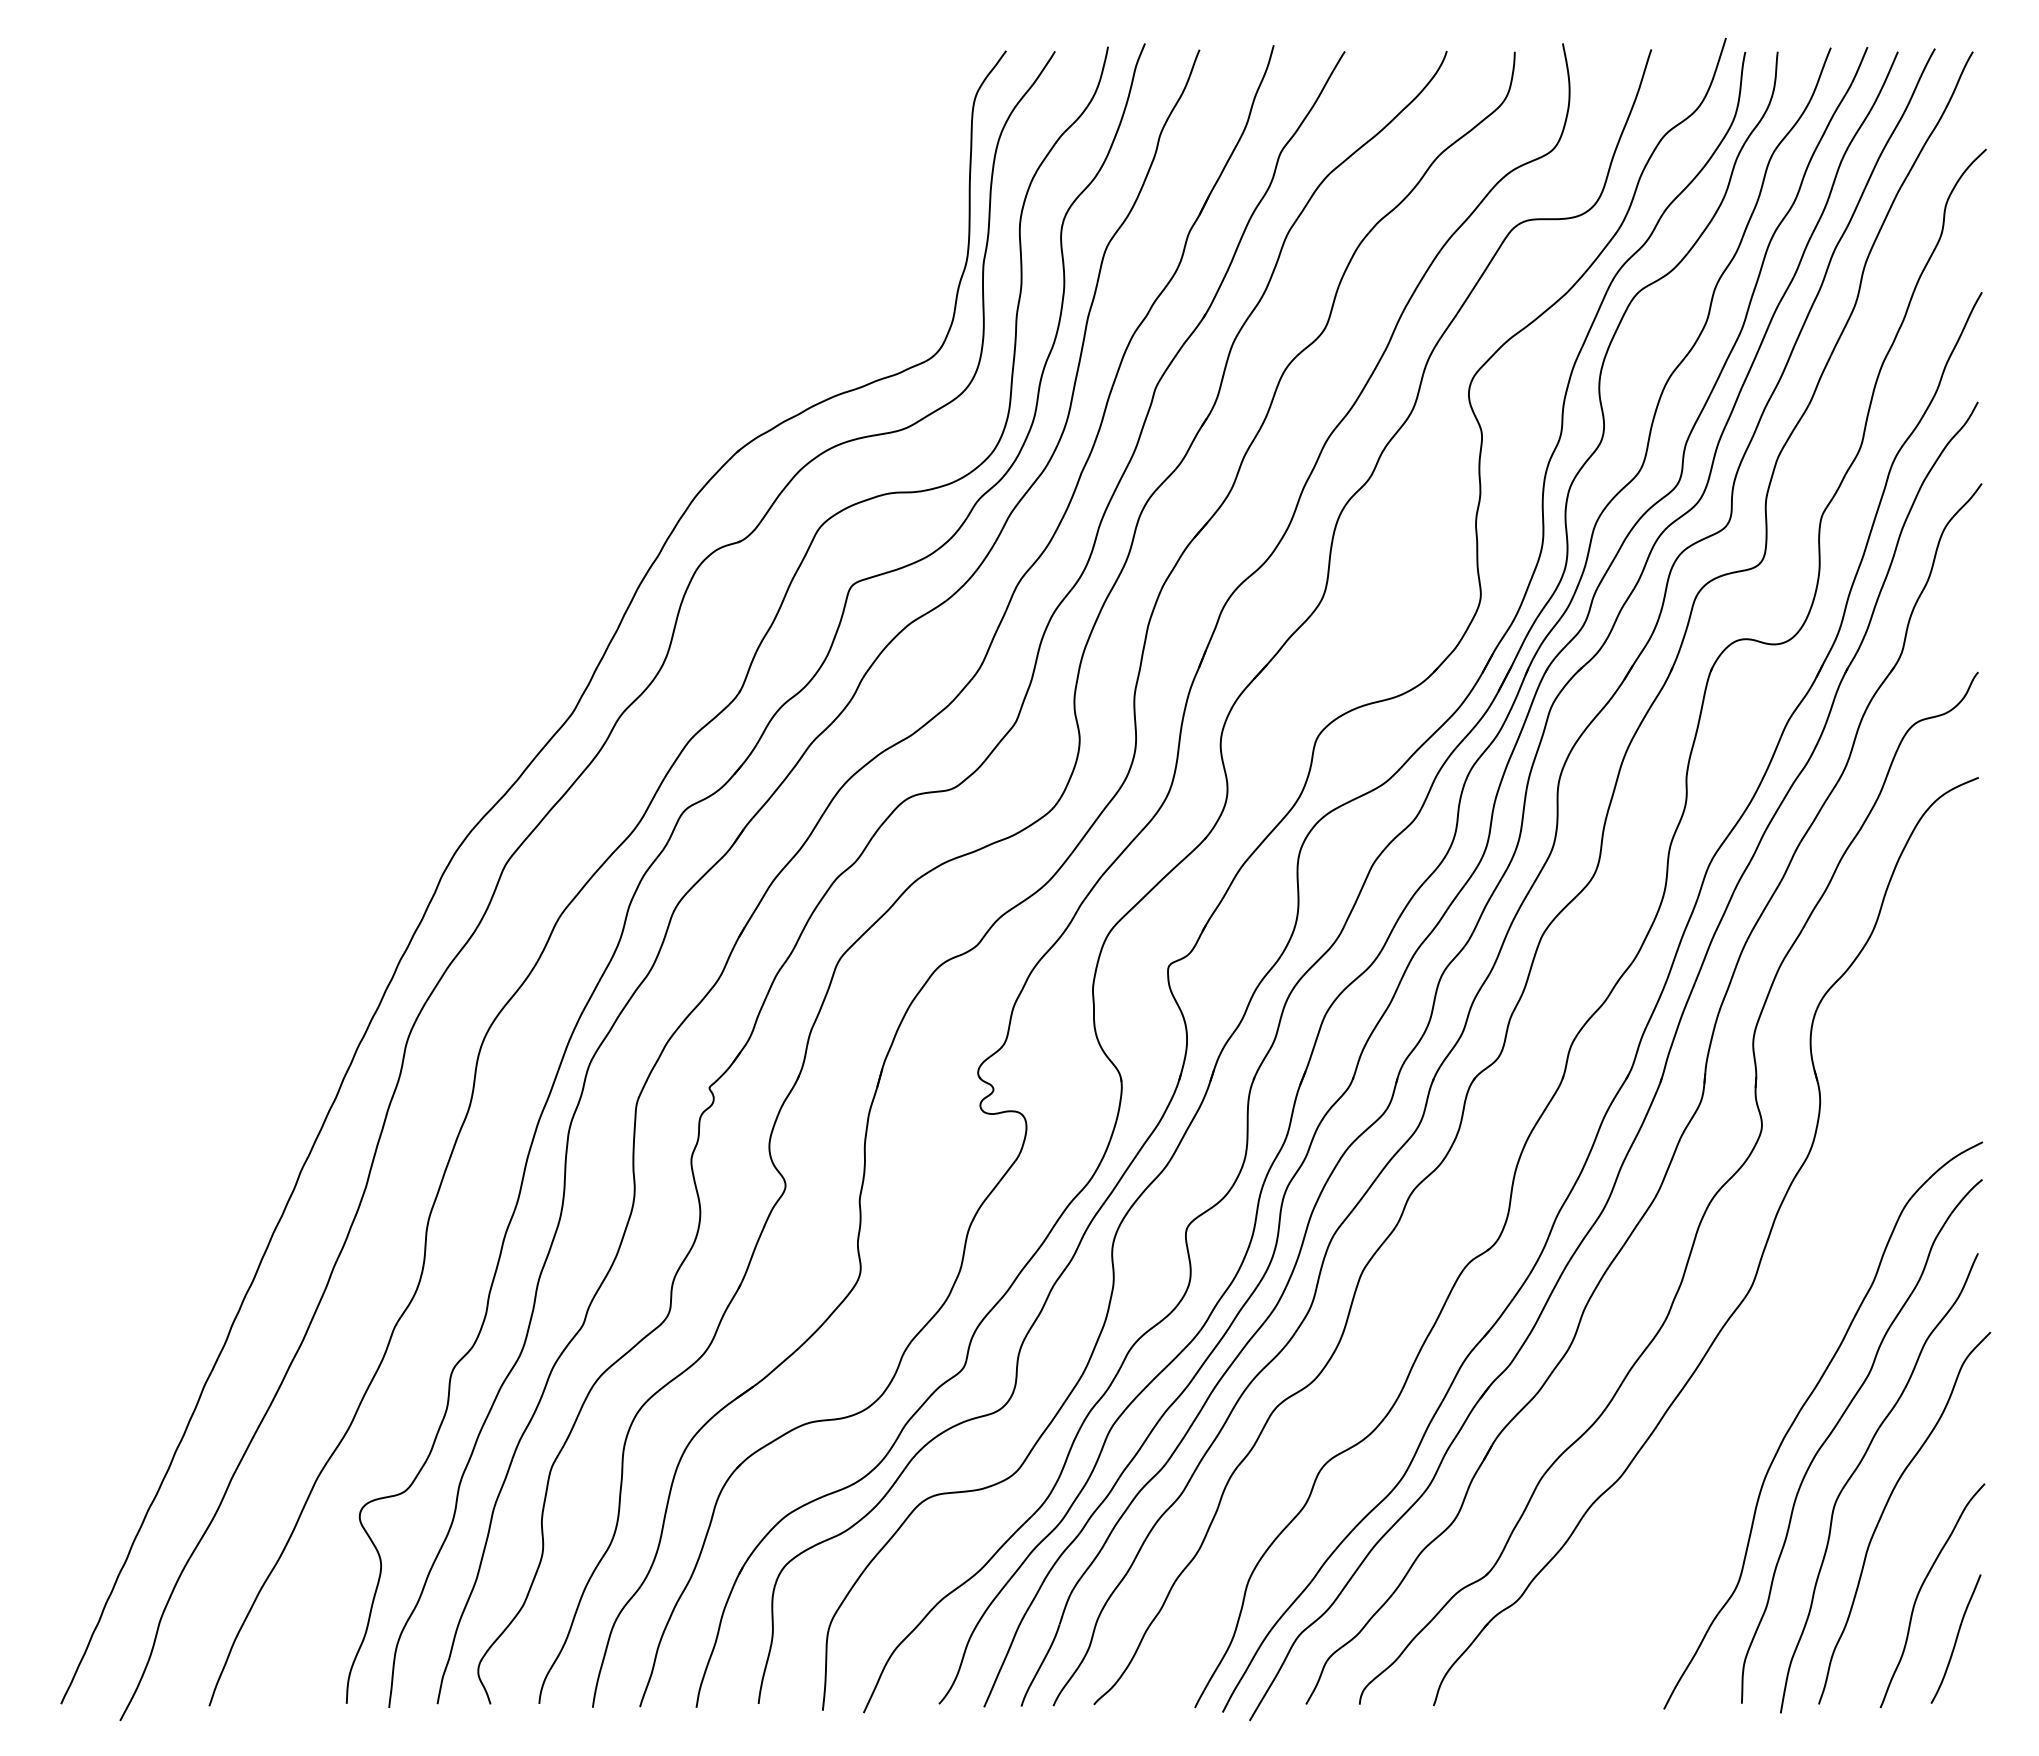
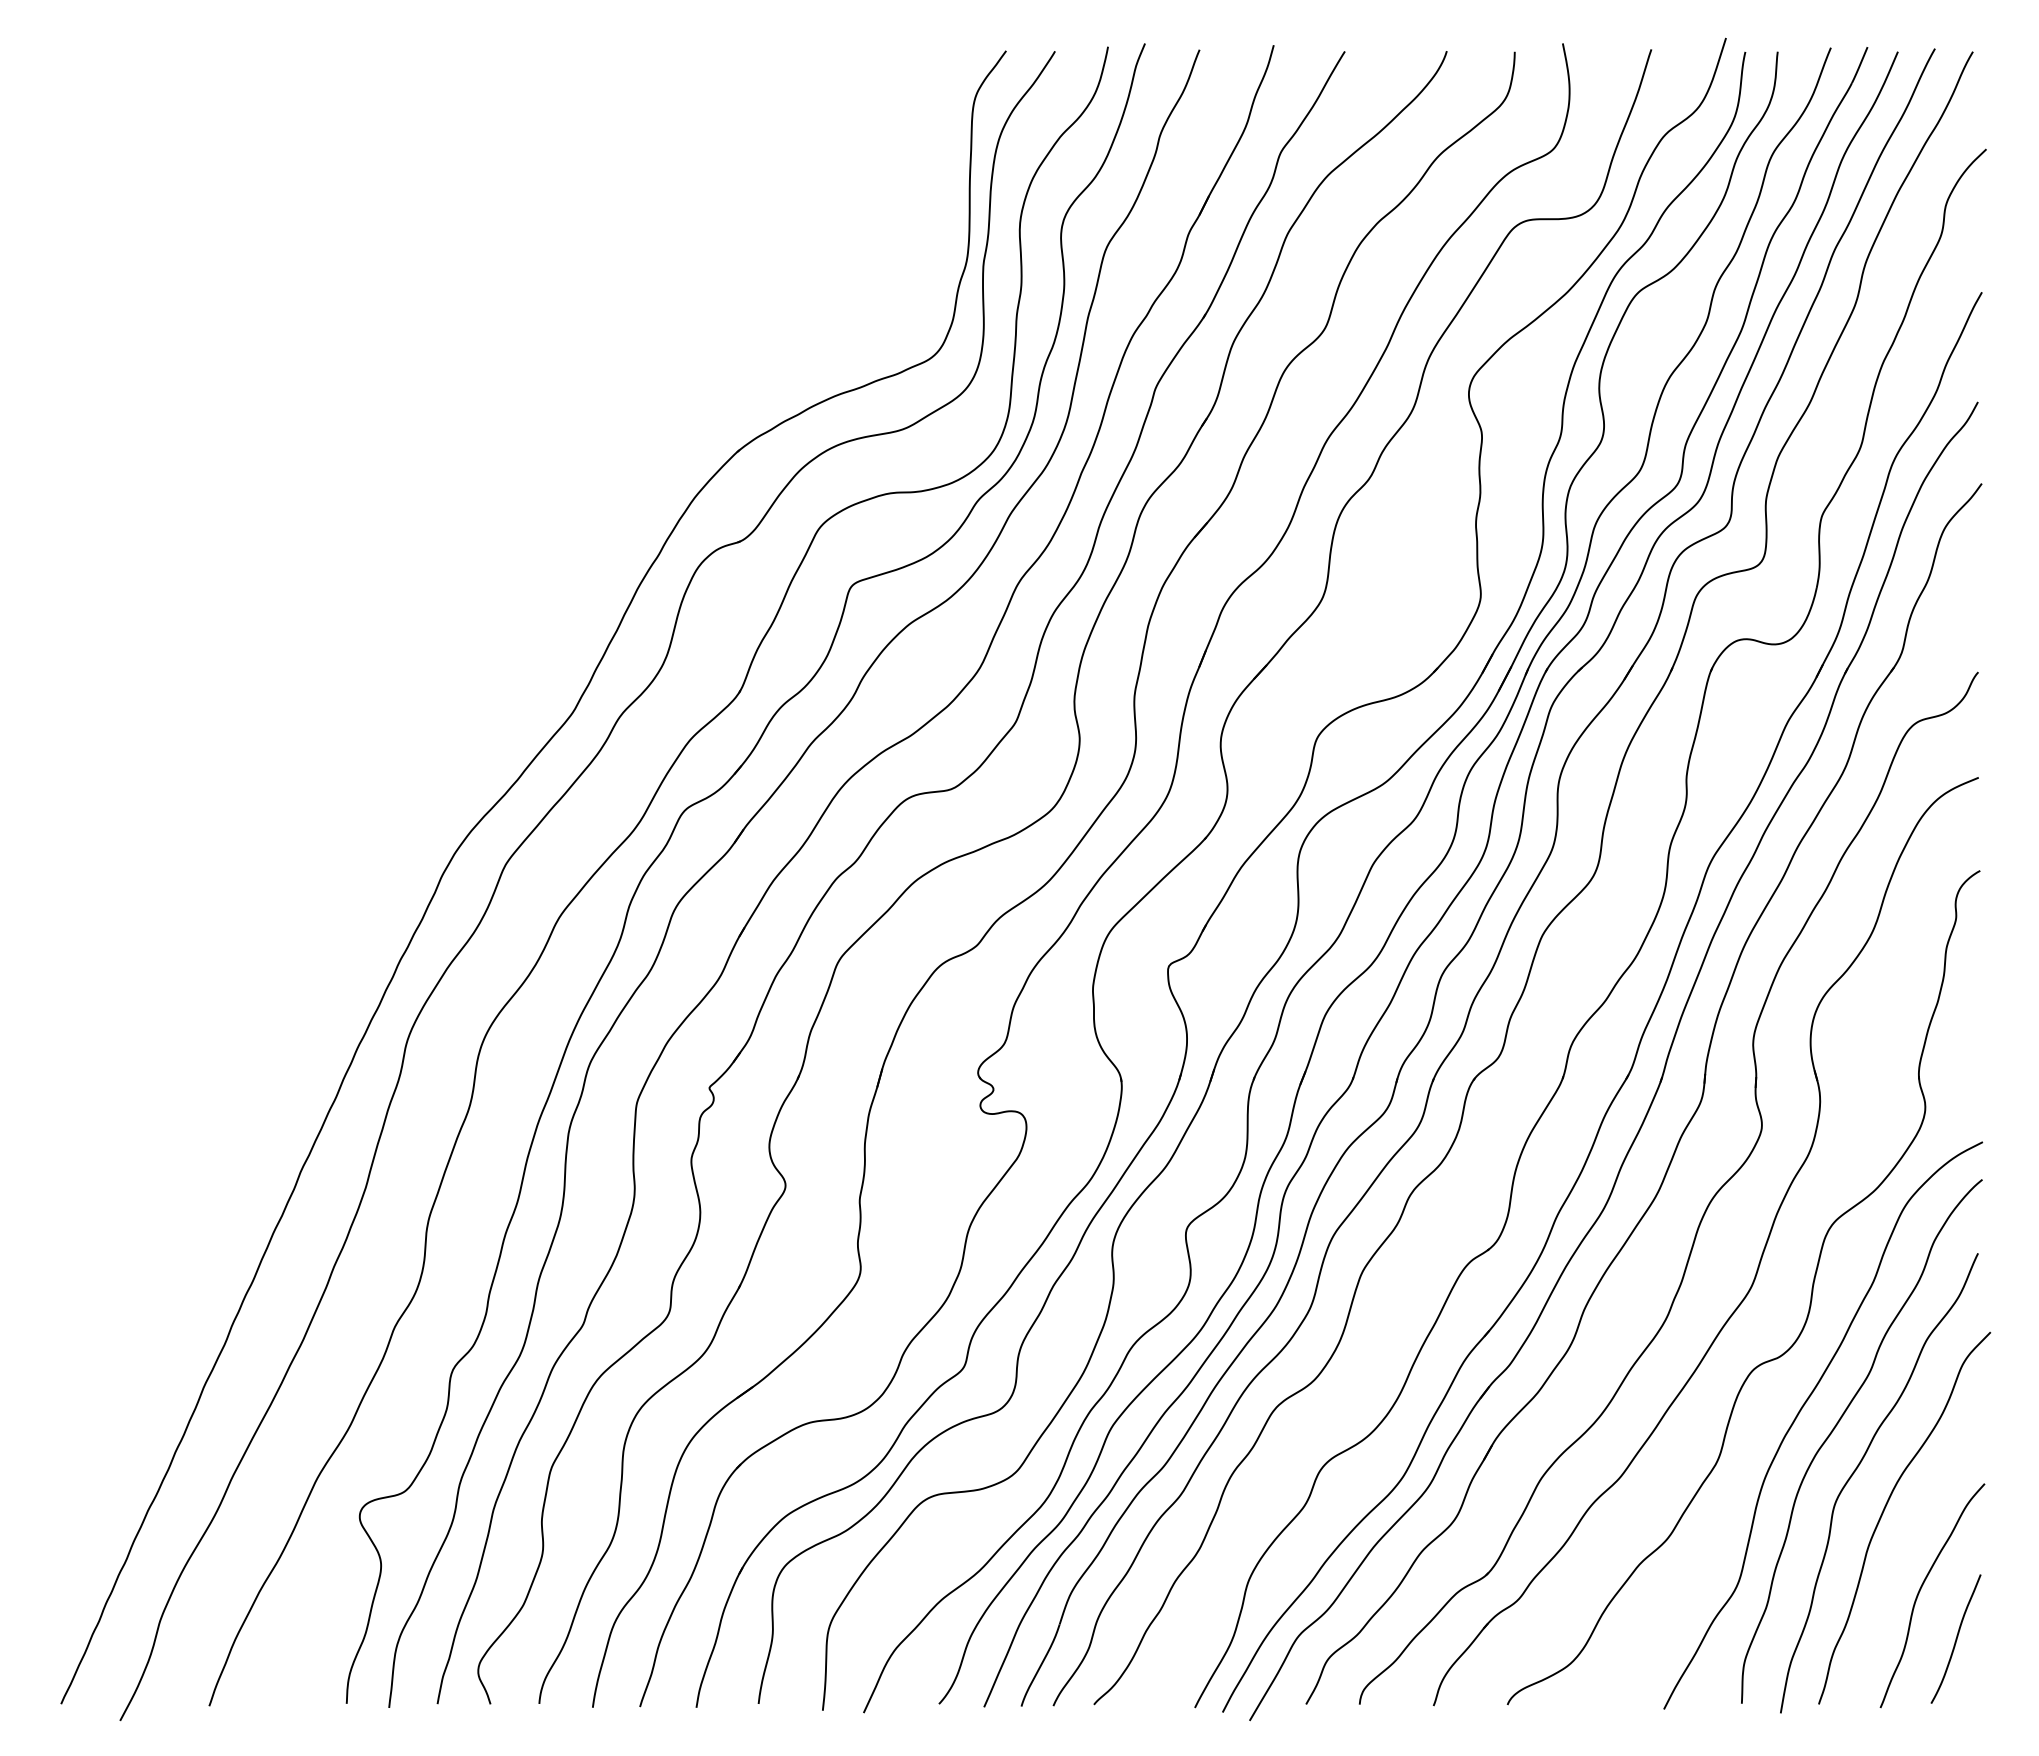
part at (1810, 1295): none -> present
